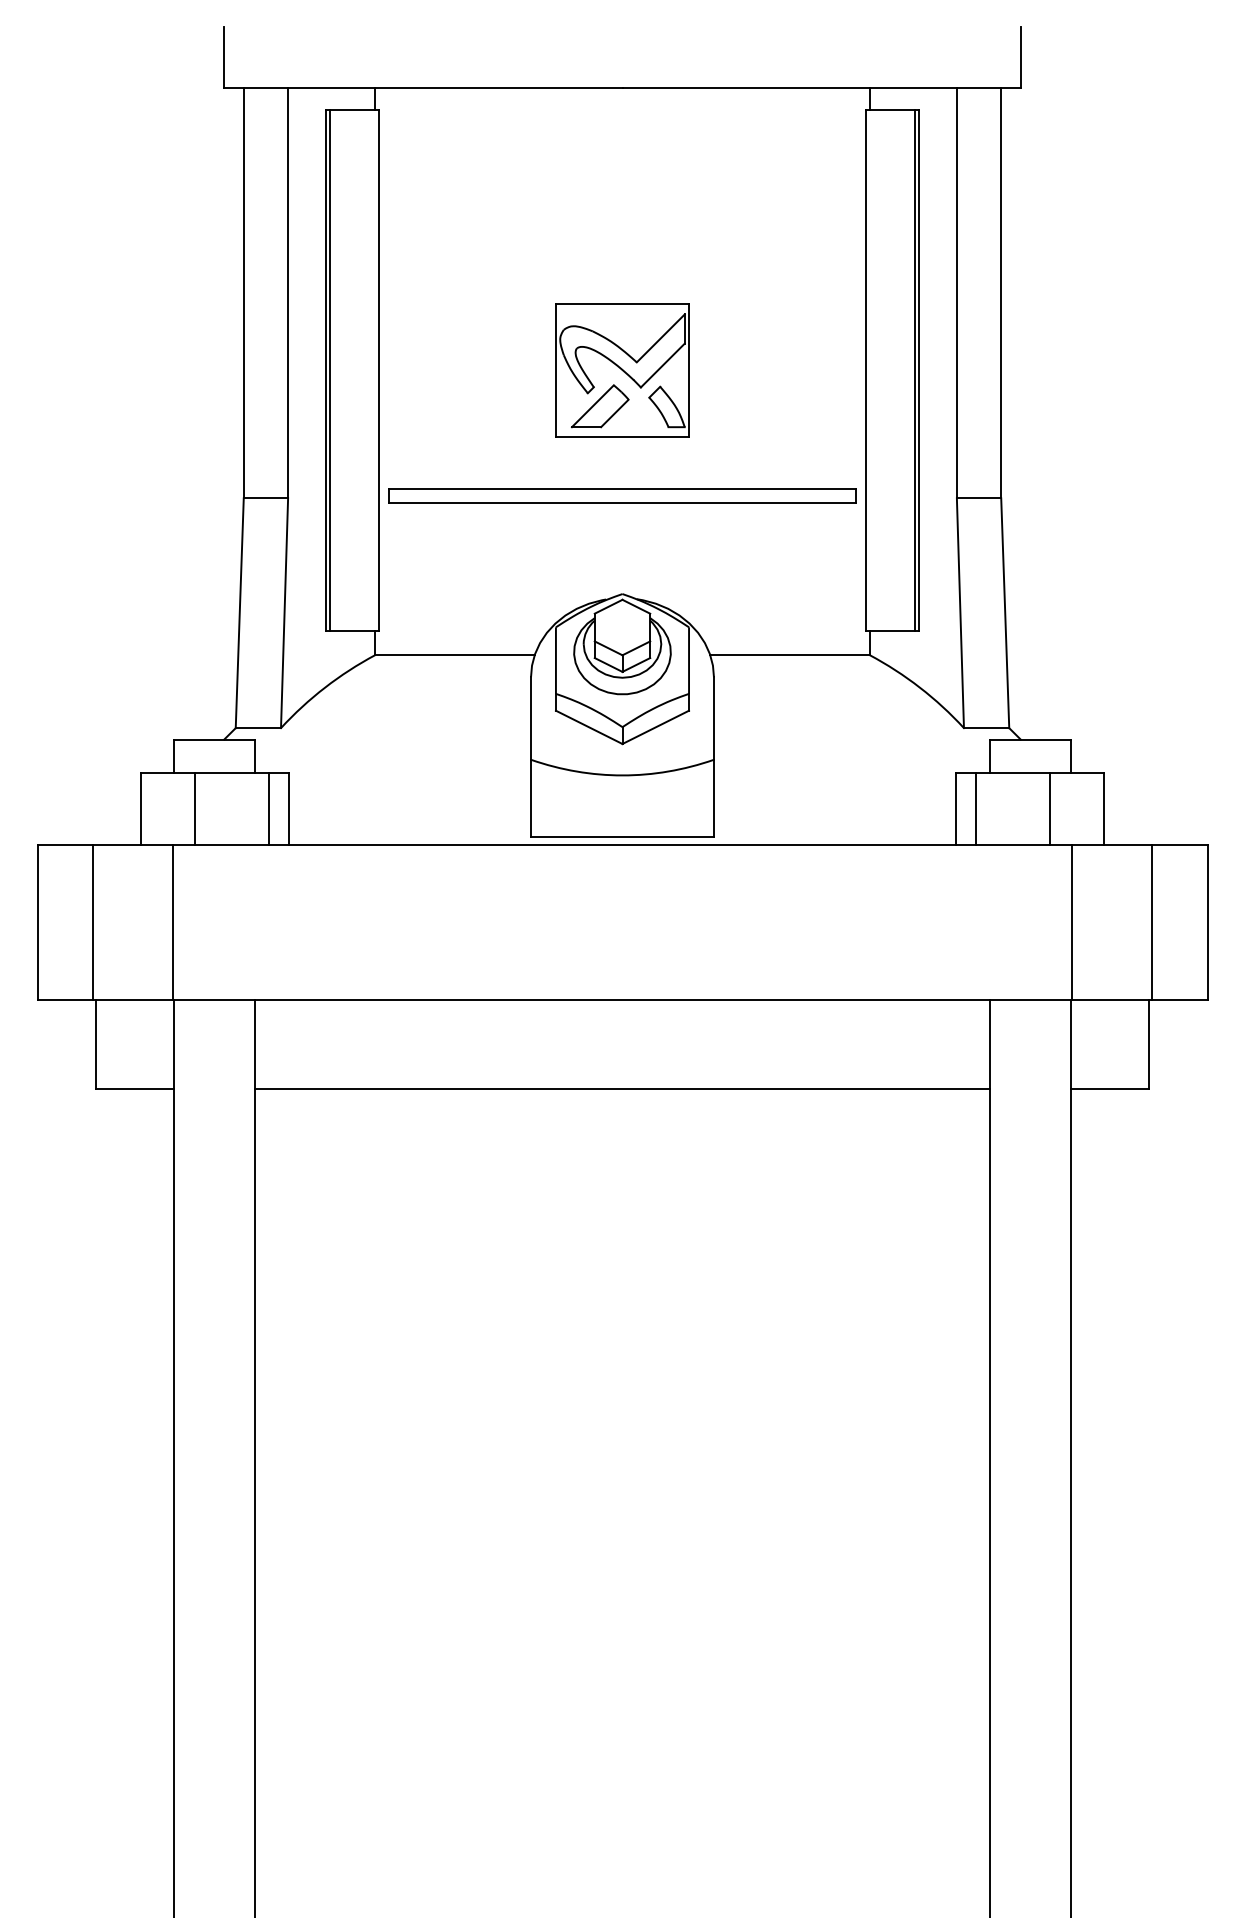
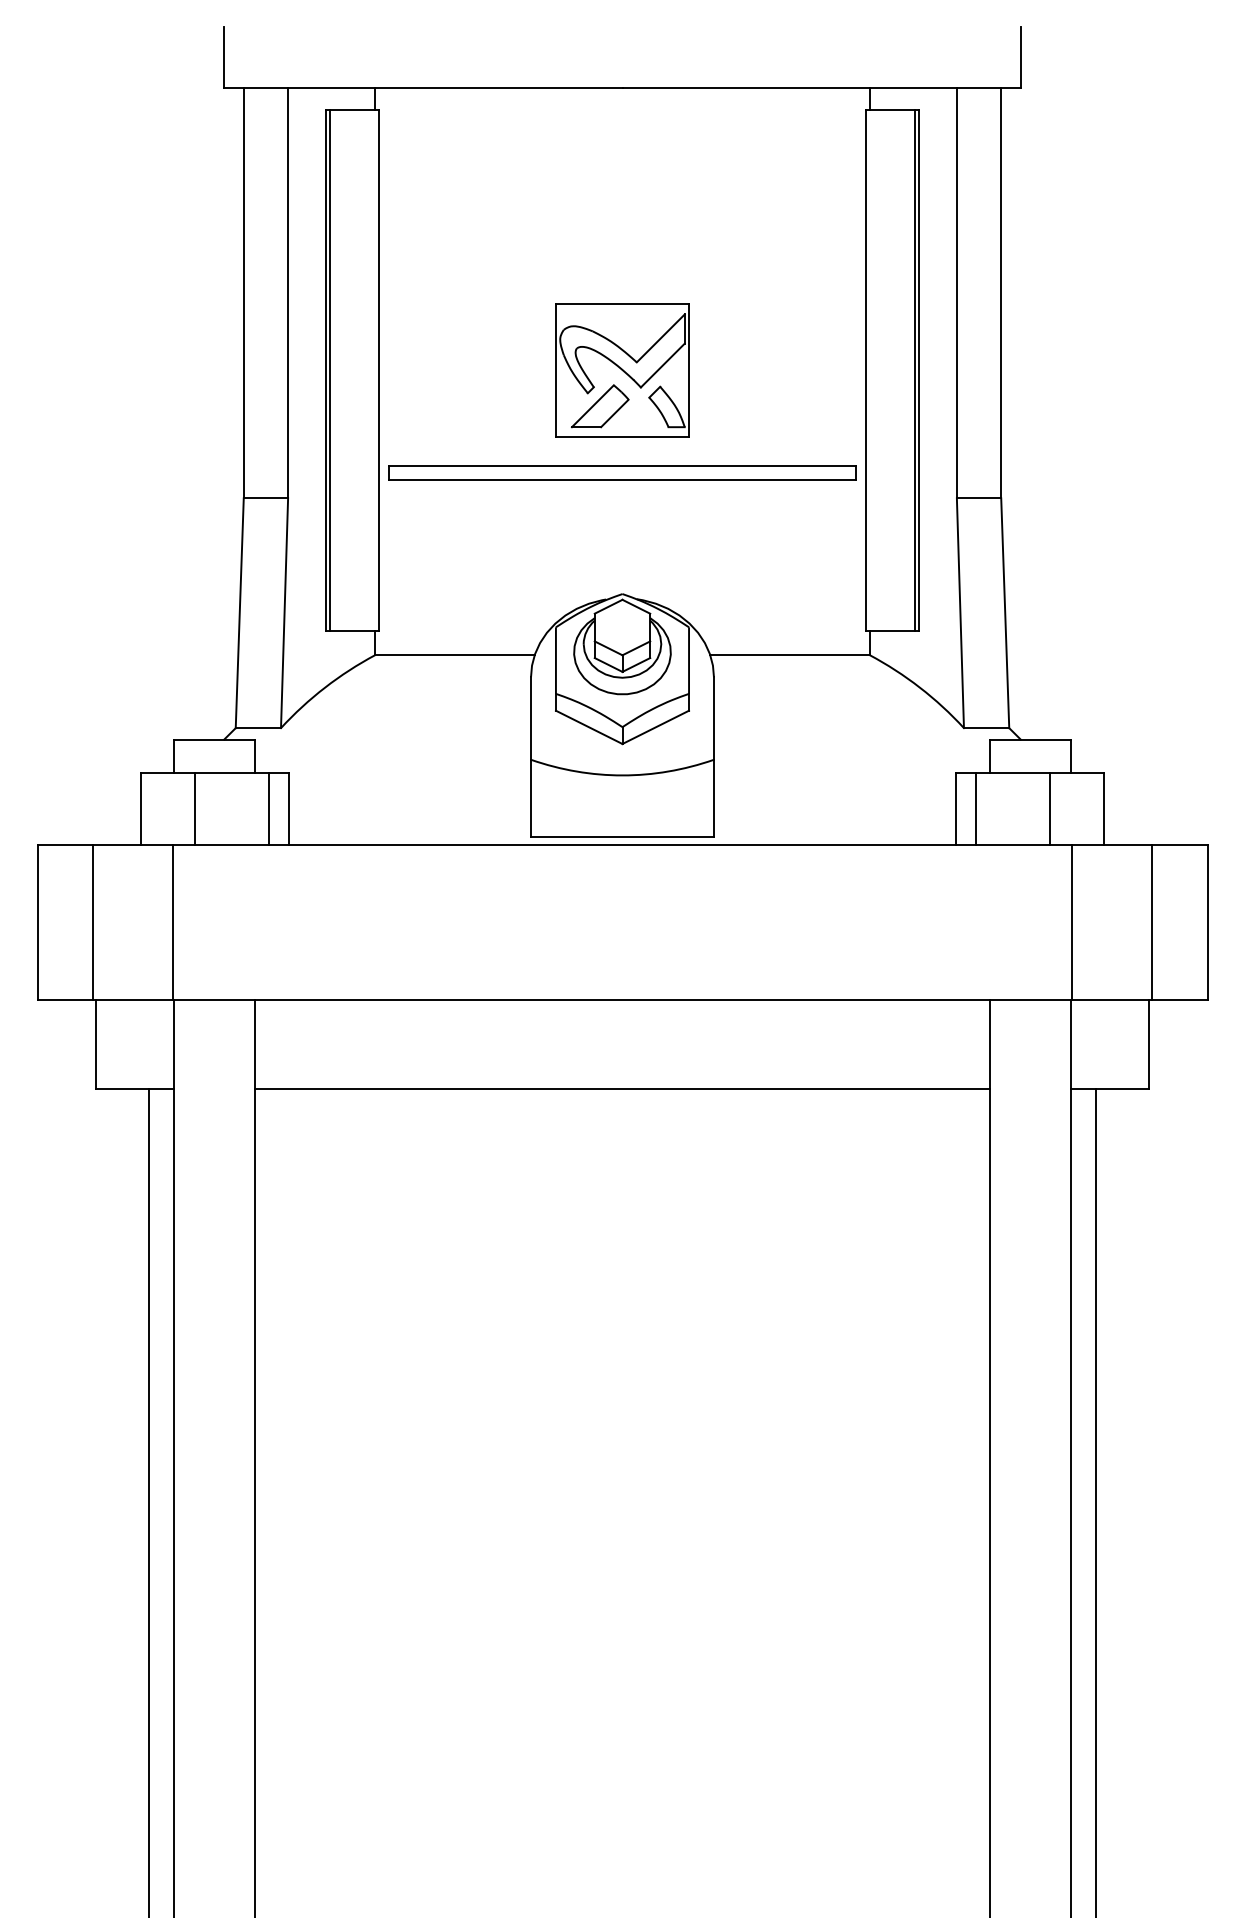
part at (622, 495) position: (622, 495) -> (622, 472)
line at (149, 1501): none -> present
line at (1095, 1501): none -> present
